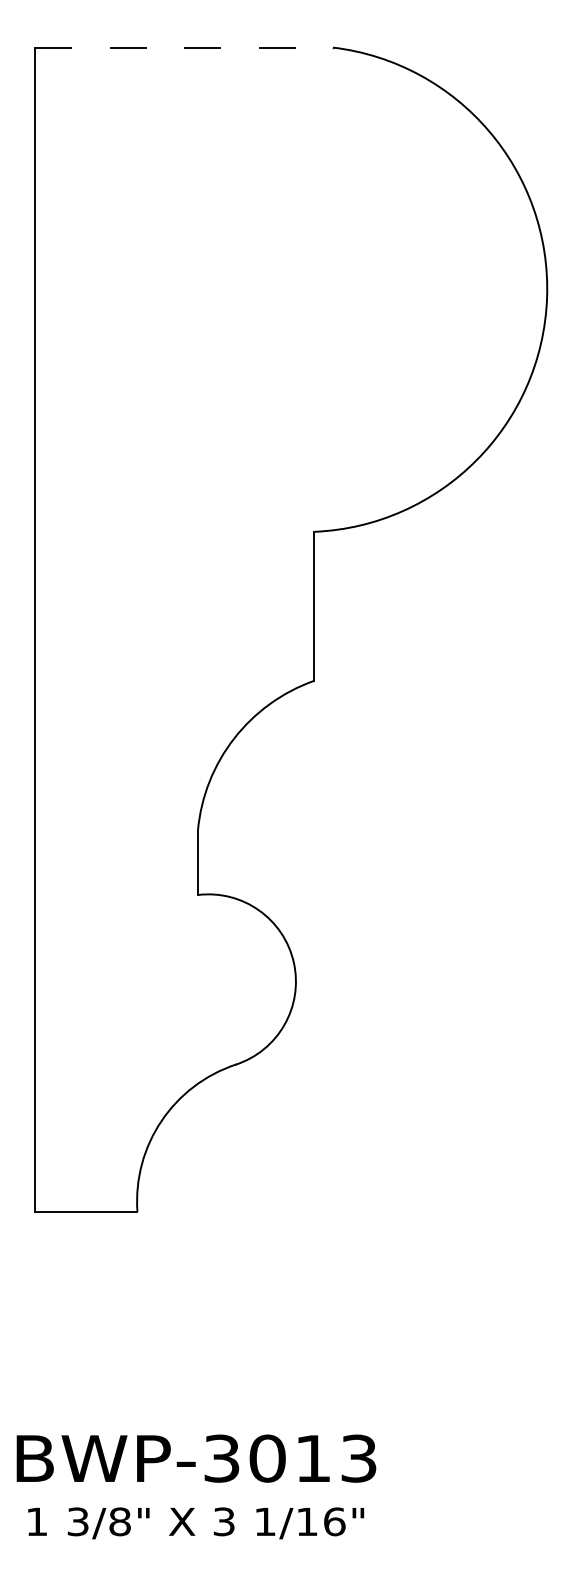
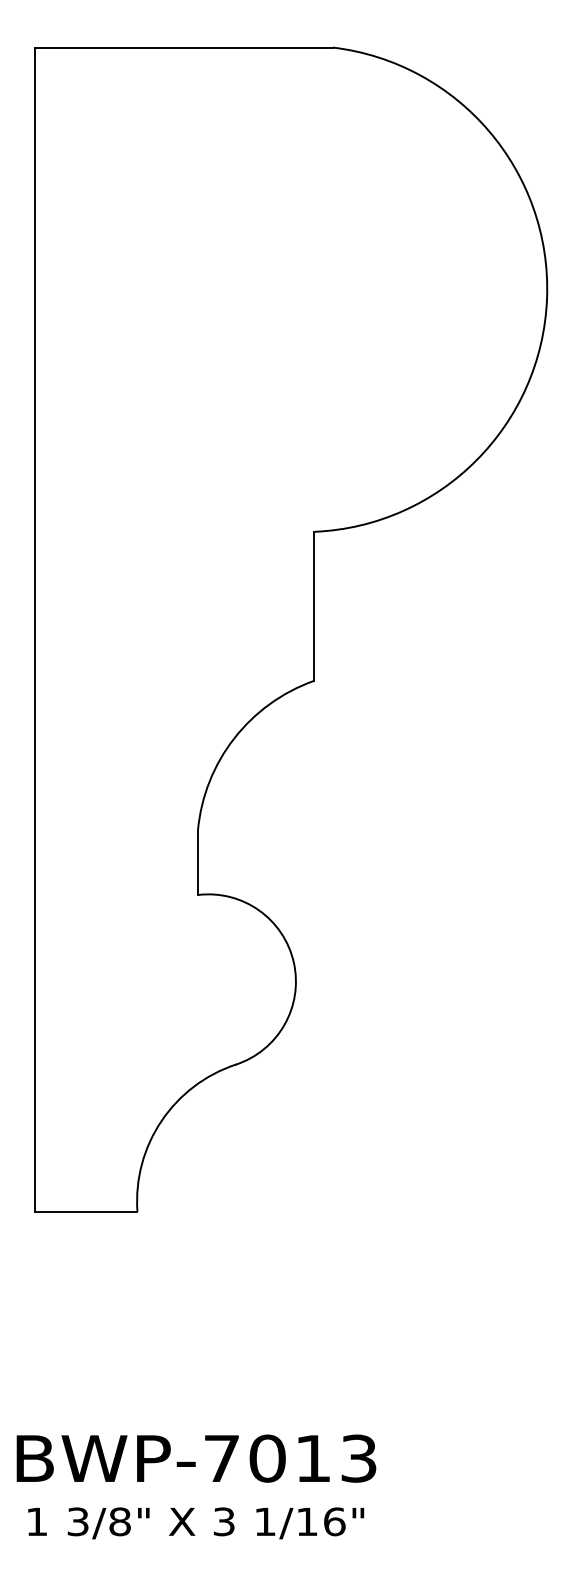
line at (184, 47): dashed -> solid
text at (221, 1458): BWP-3013 -> BWP-7013
